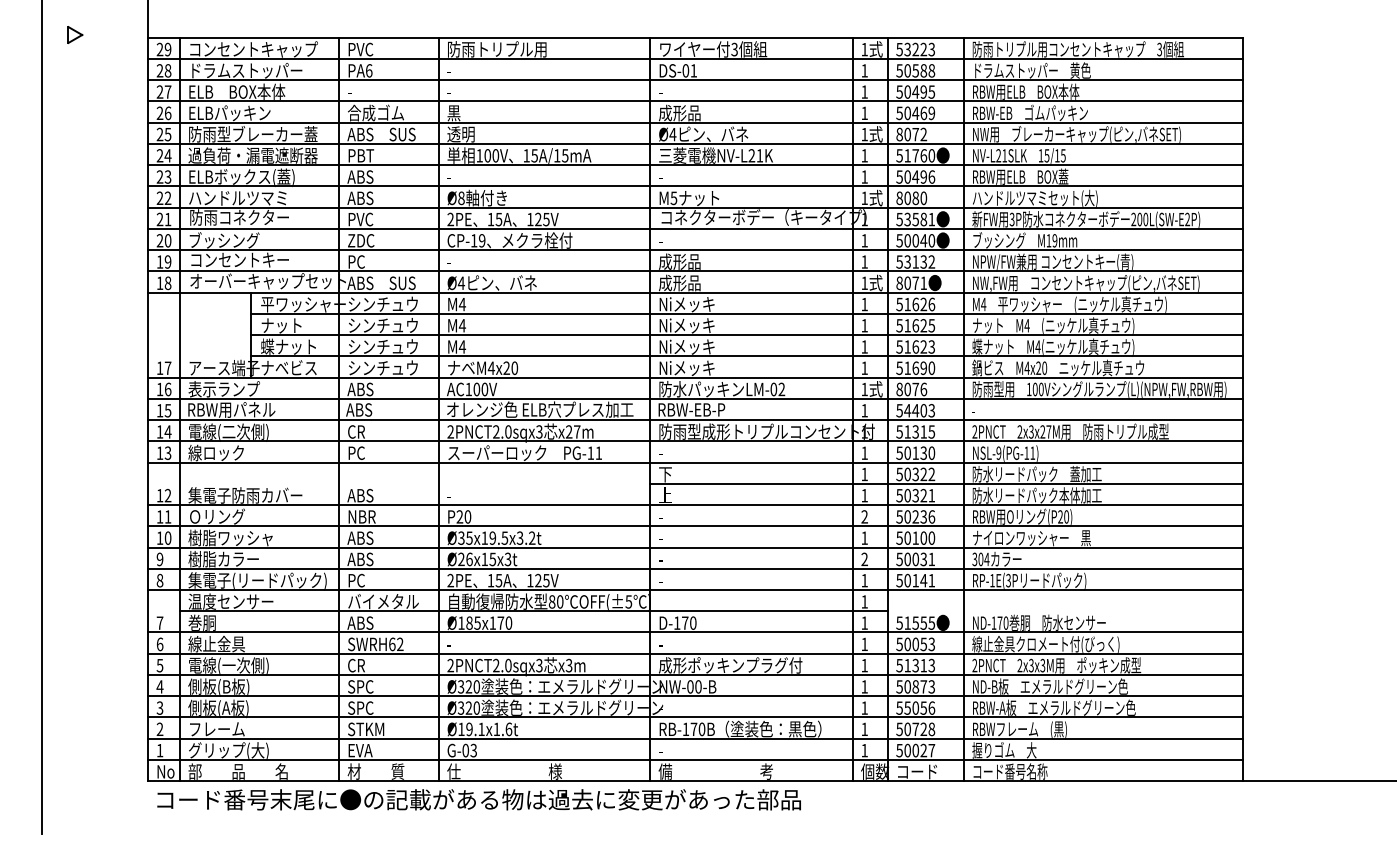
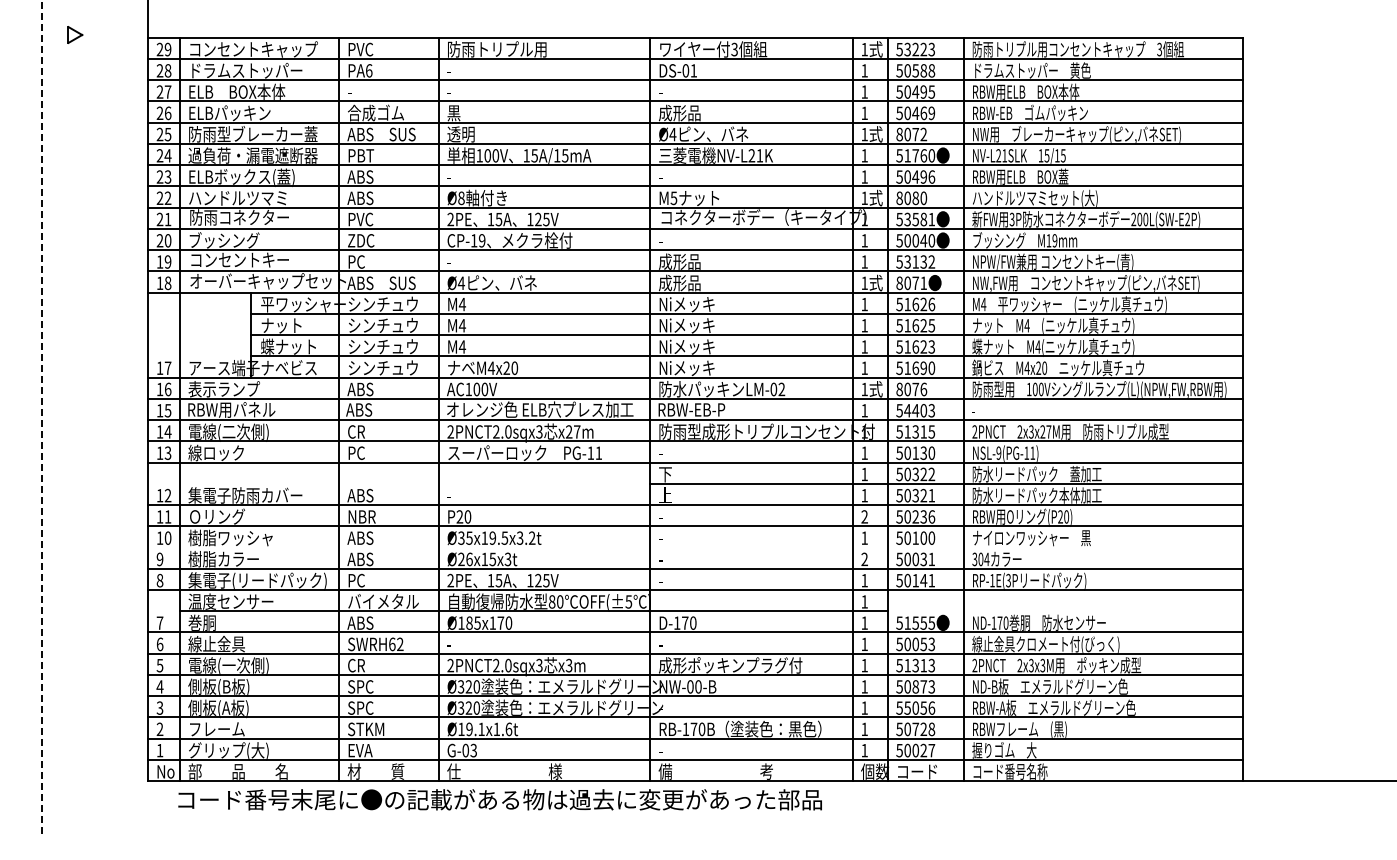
line at (41, 417): solid -> dashed
line at (695, 547): present -> none
text at (478, 799) position: (478, 799) -> (499, 799)
